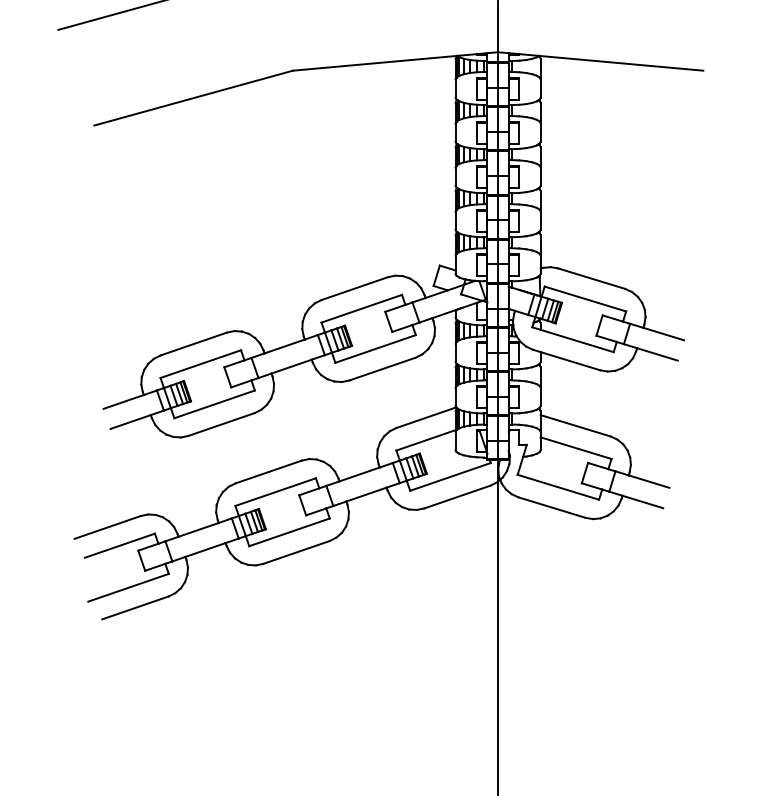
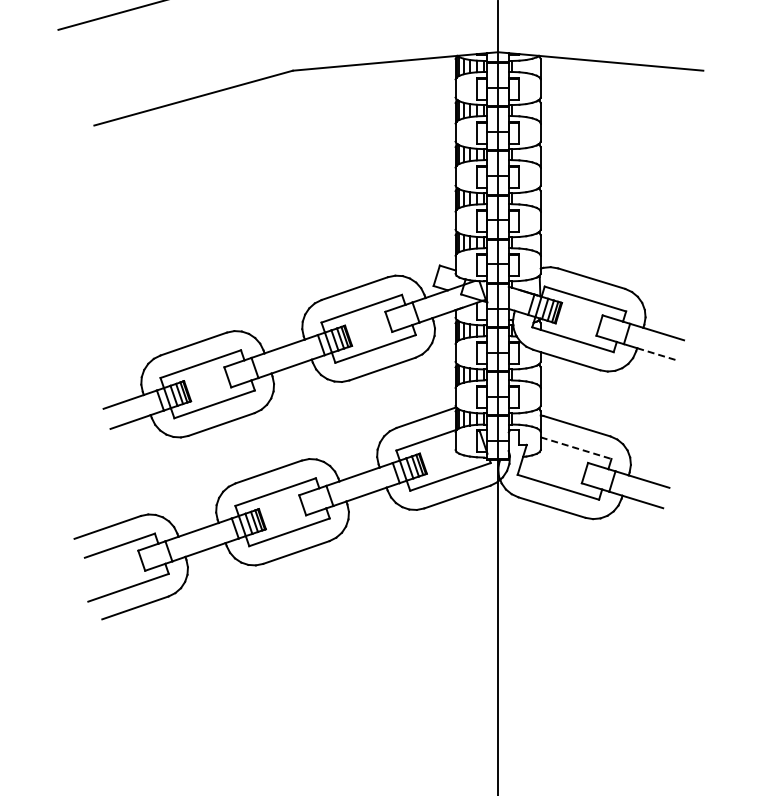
line at (658, 354): solid -> dashed
line at (576, 448): solid -> dashed
